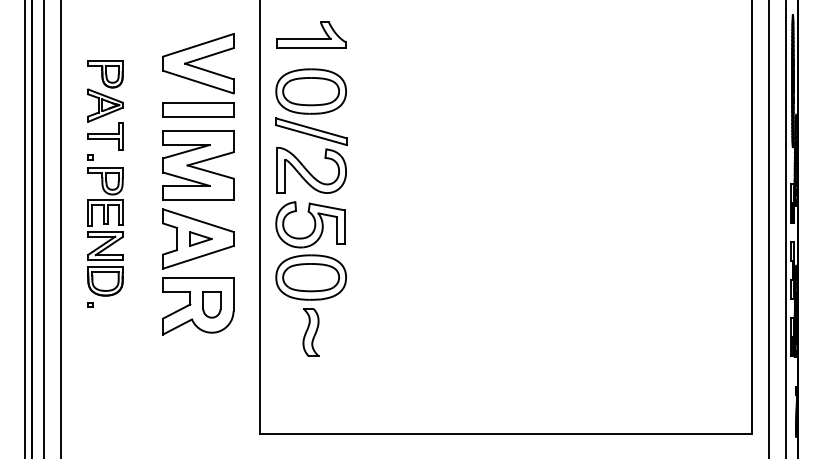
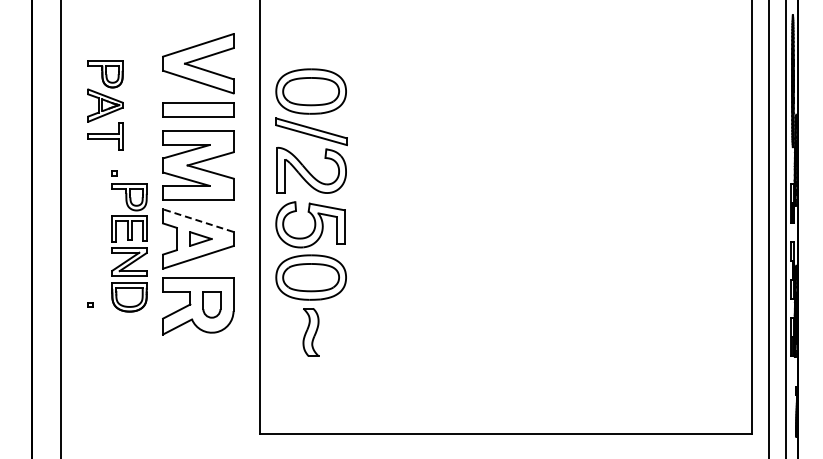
part at (311, 34): present -> none
line at (197, 220): solid -> dashed
part at (105, 225) position: (105, 225) -> (129, 241)
line at (24, 228): present -> none
line at (43, 228): present -> none
